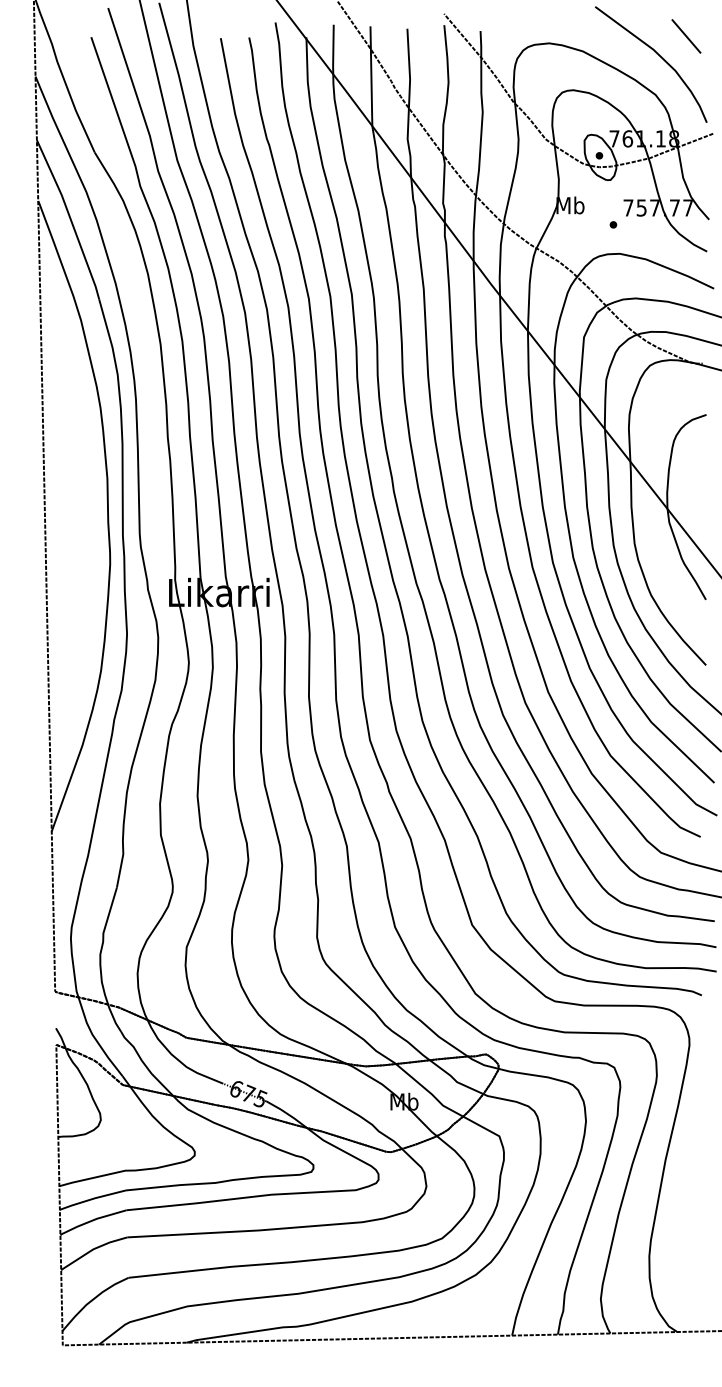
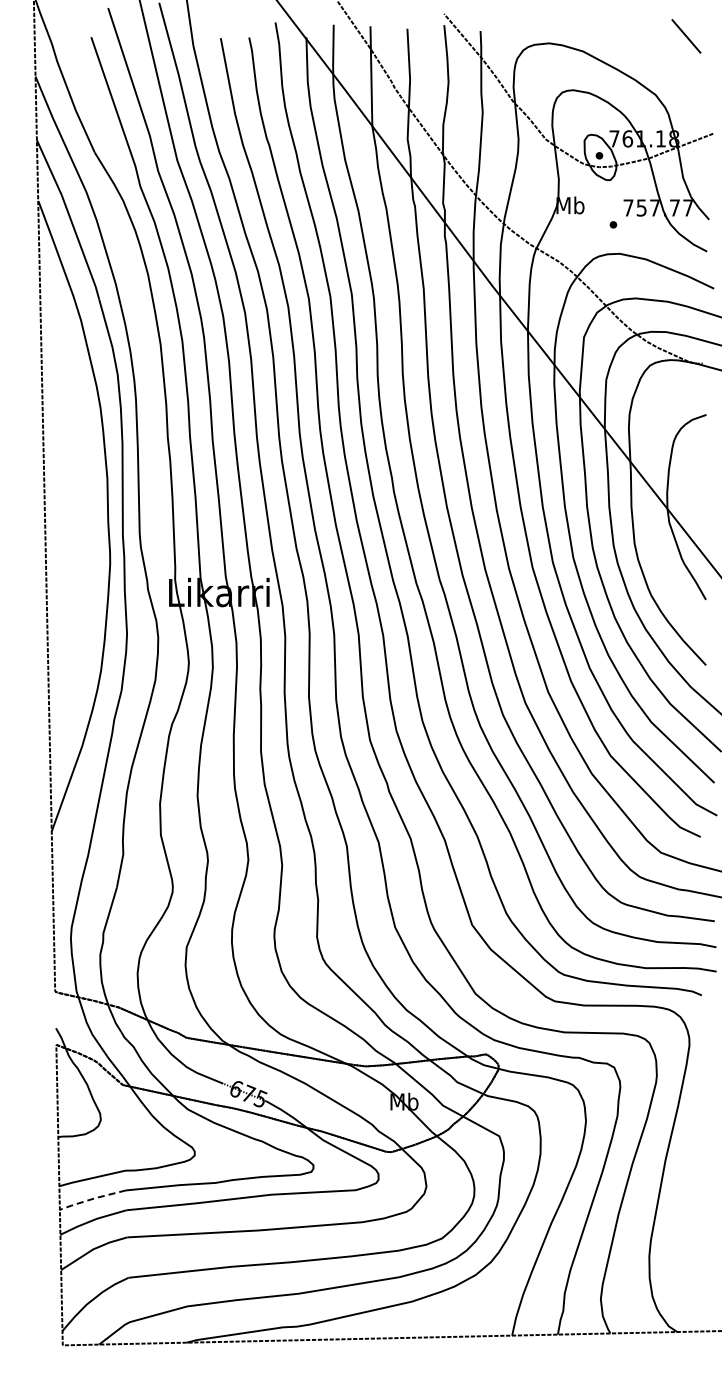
curve at (659, 56): present -> none
line at (92, 1199): solid -> dashed
